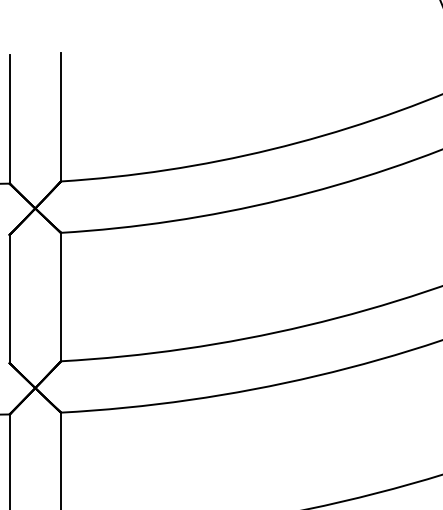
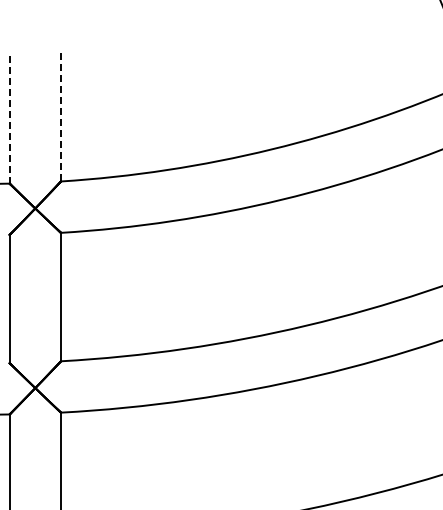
line at (60, 117): solid -> dashed
line at (9, 119): solid -> dashed
